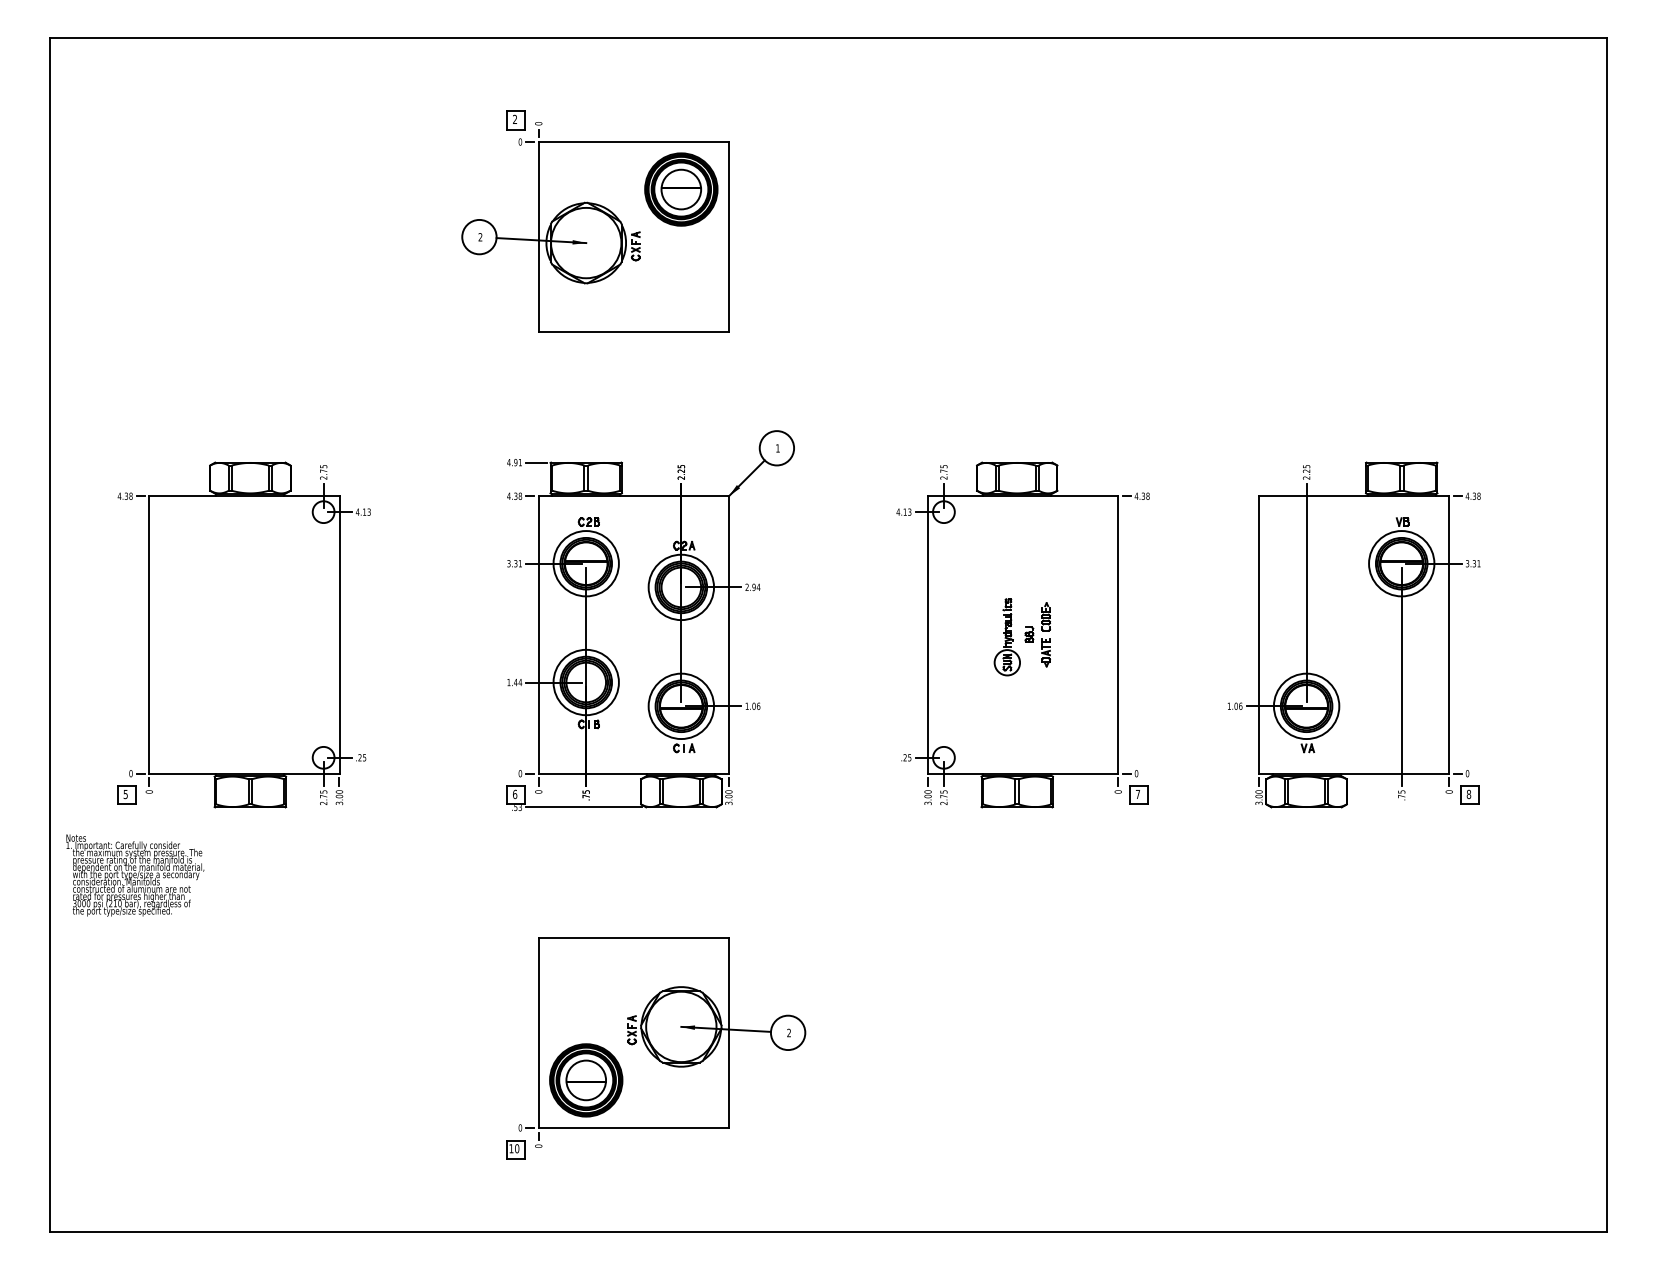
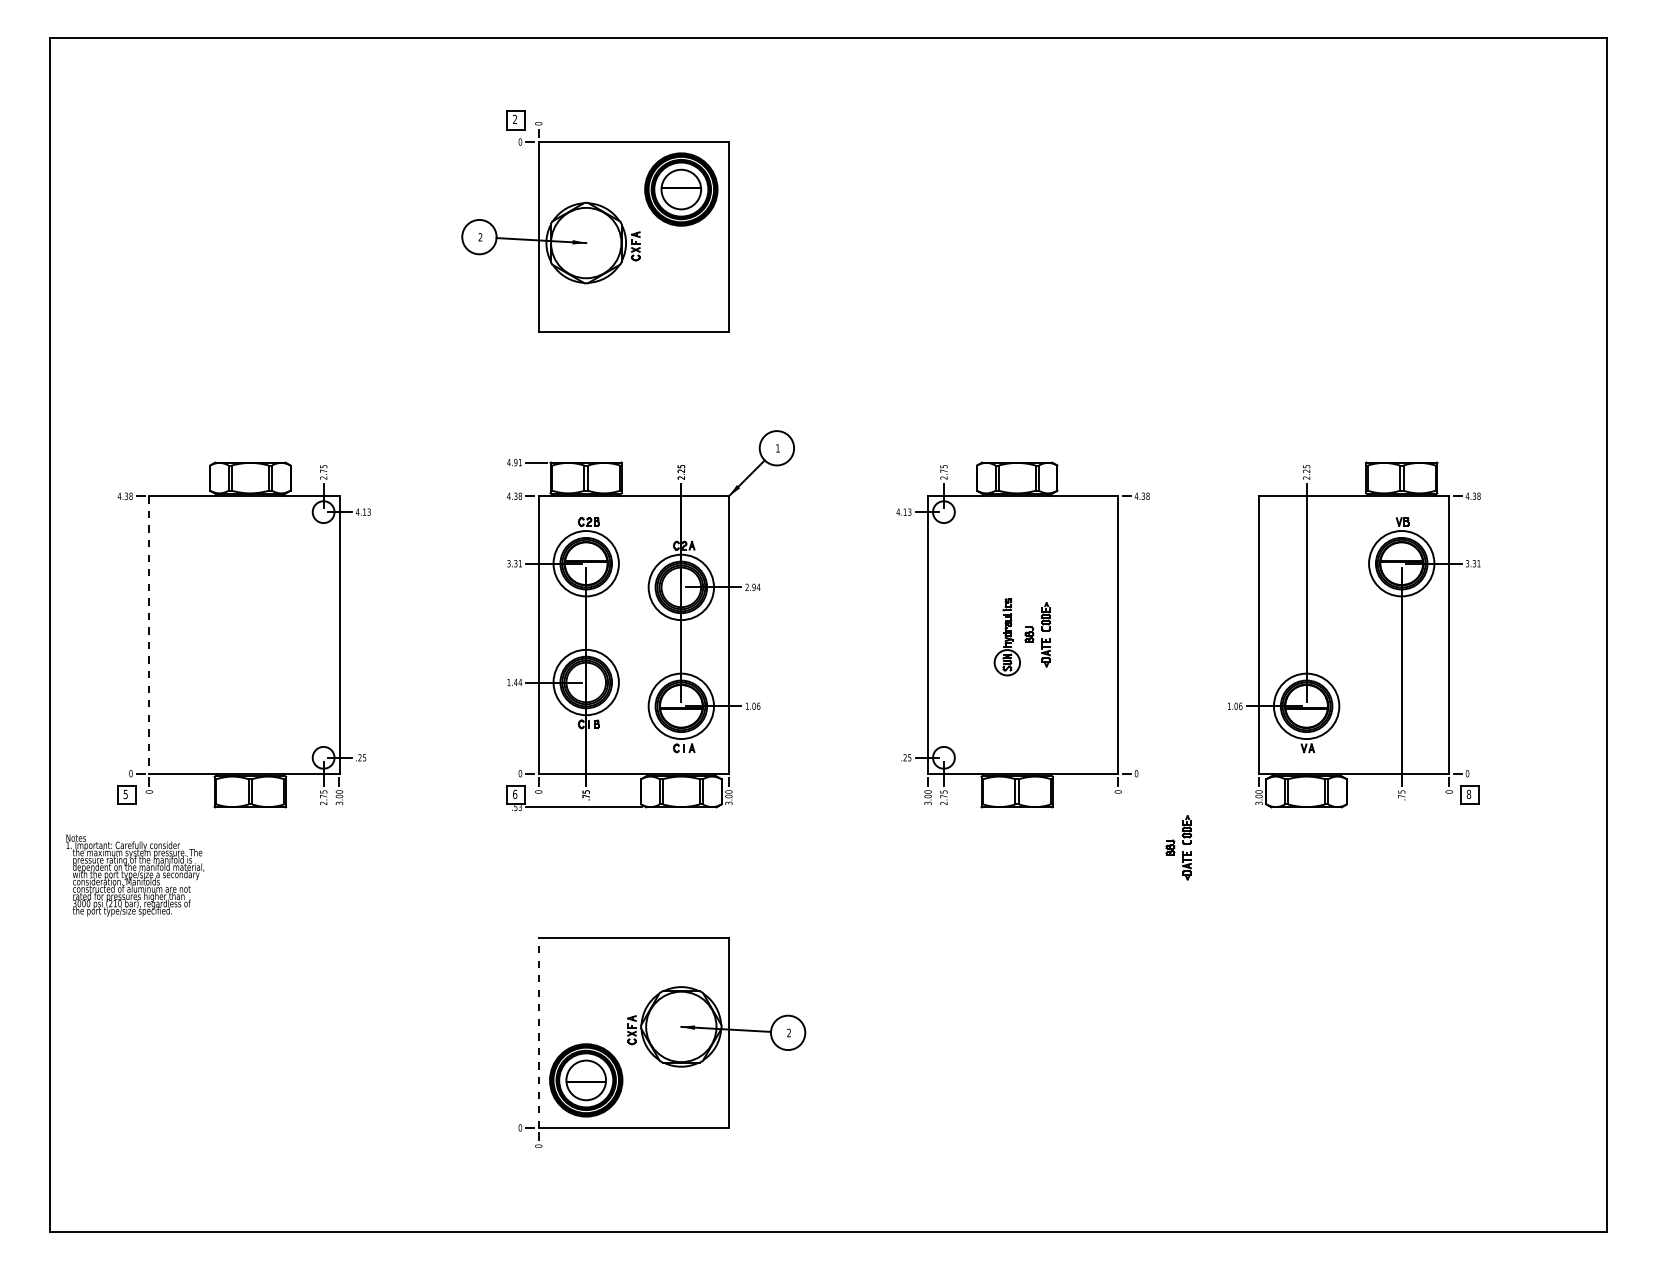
line at (149, 635): solid -> dashed
part at (1138, 794): present -> none
part at (1178, 847): none -> present
line at (538, 1032): solid -> dashed
part at (515, 1149): present -> none
